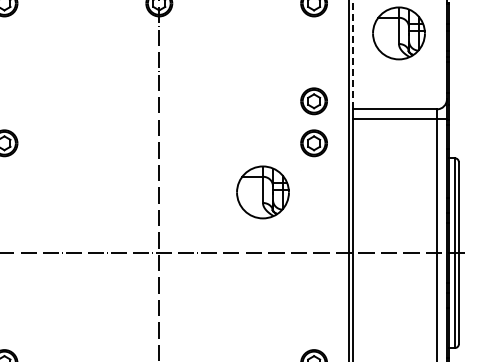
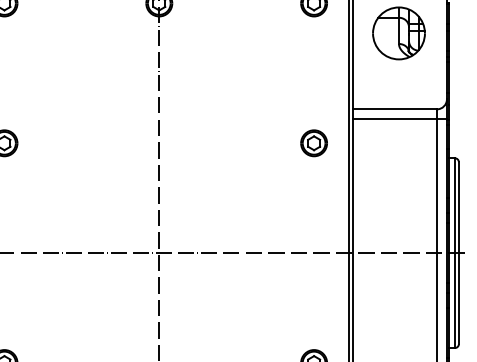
line at (353, 54): dashed -> solid
part at (313, 101): present -> none
part at (262, 192): present -> none
